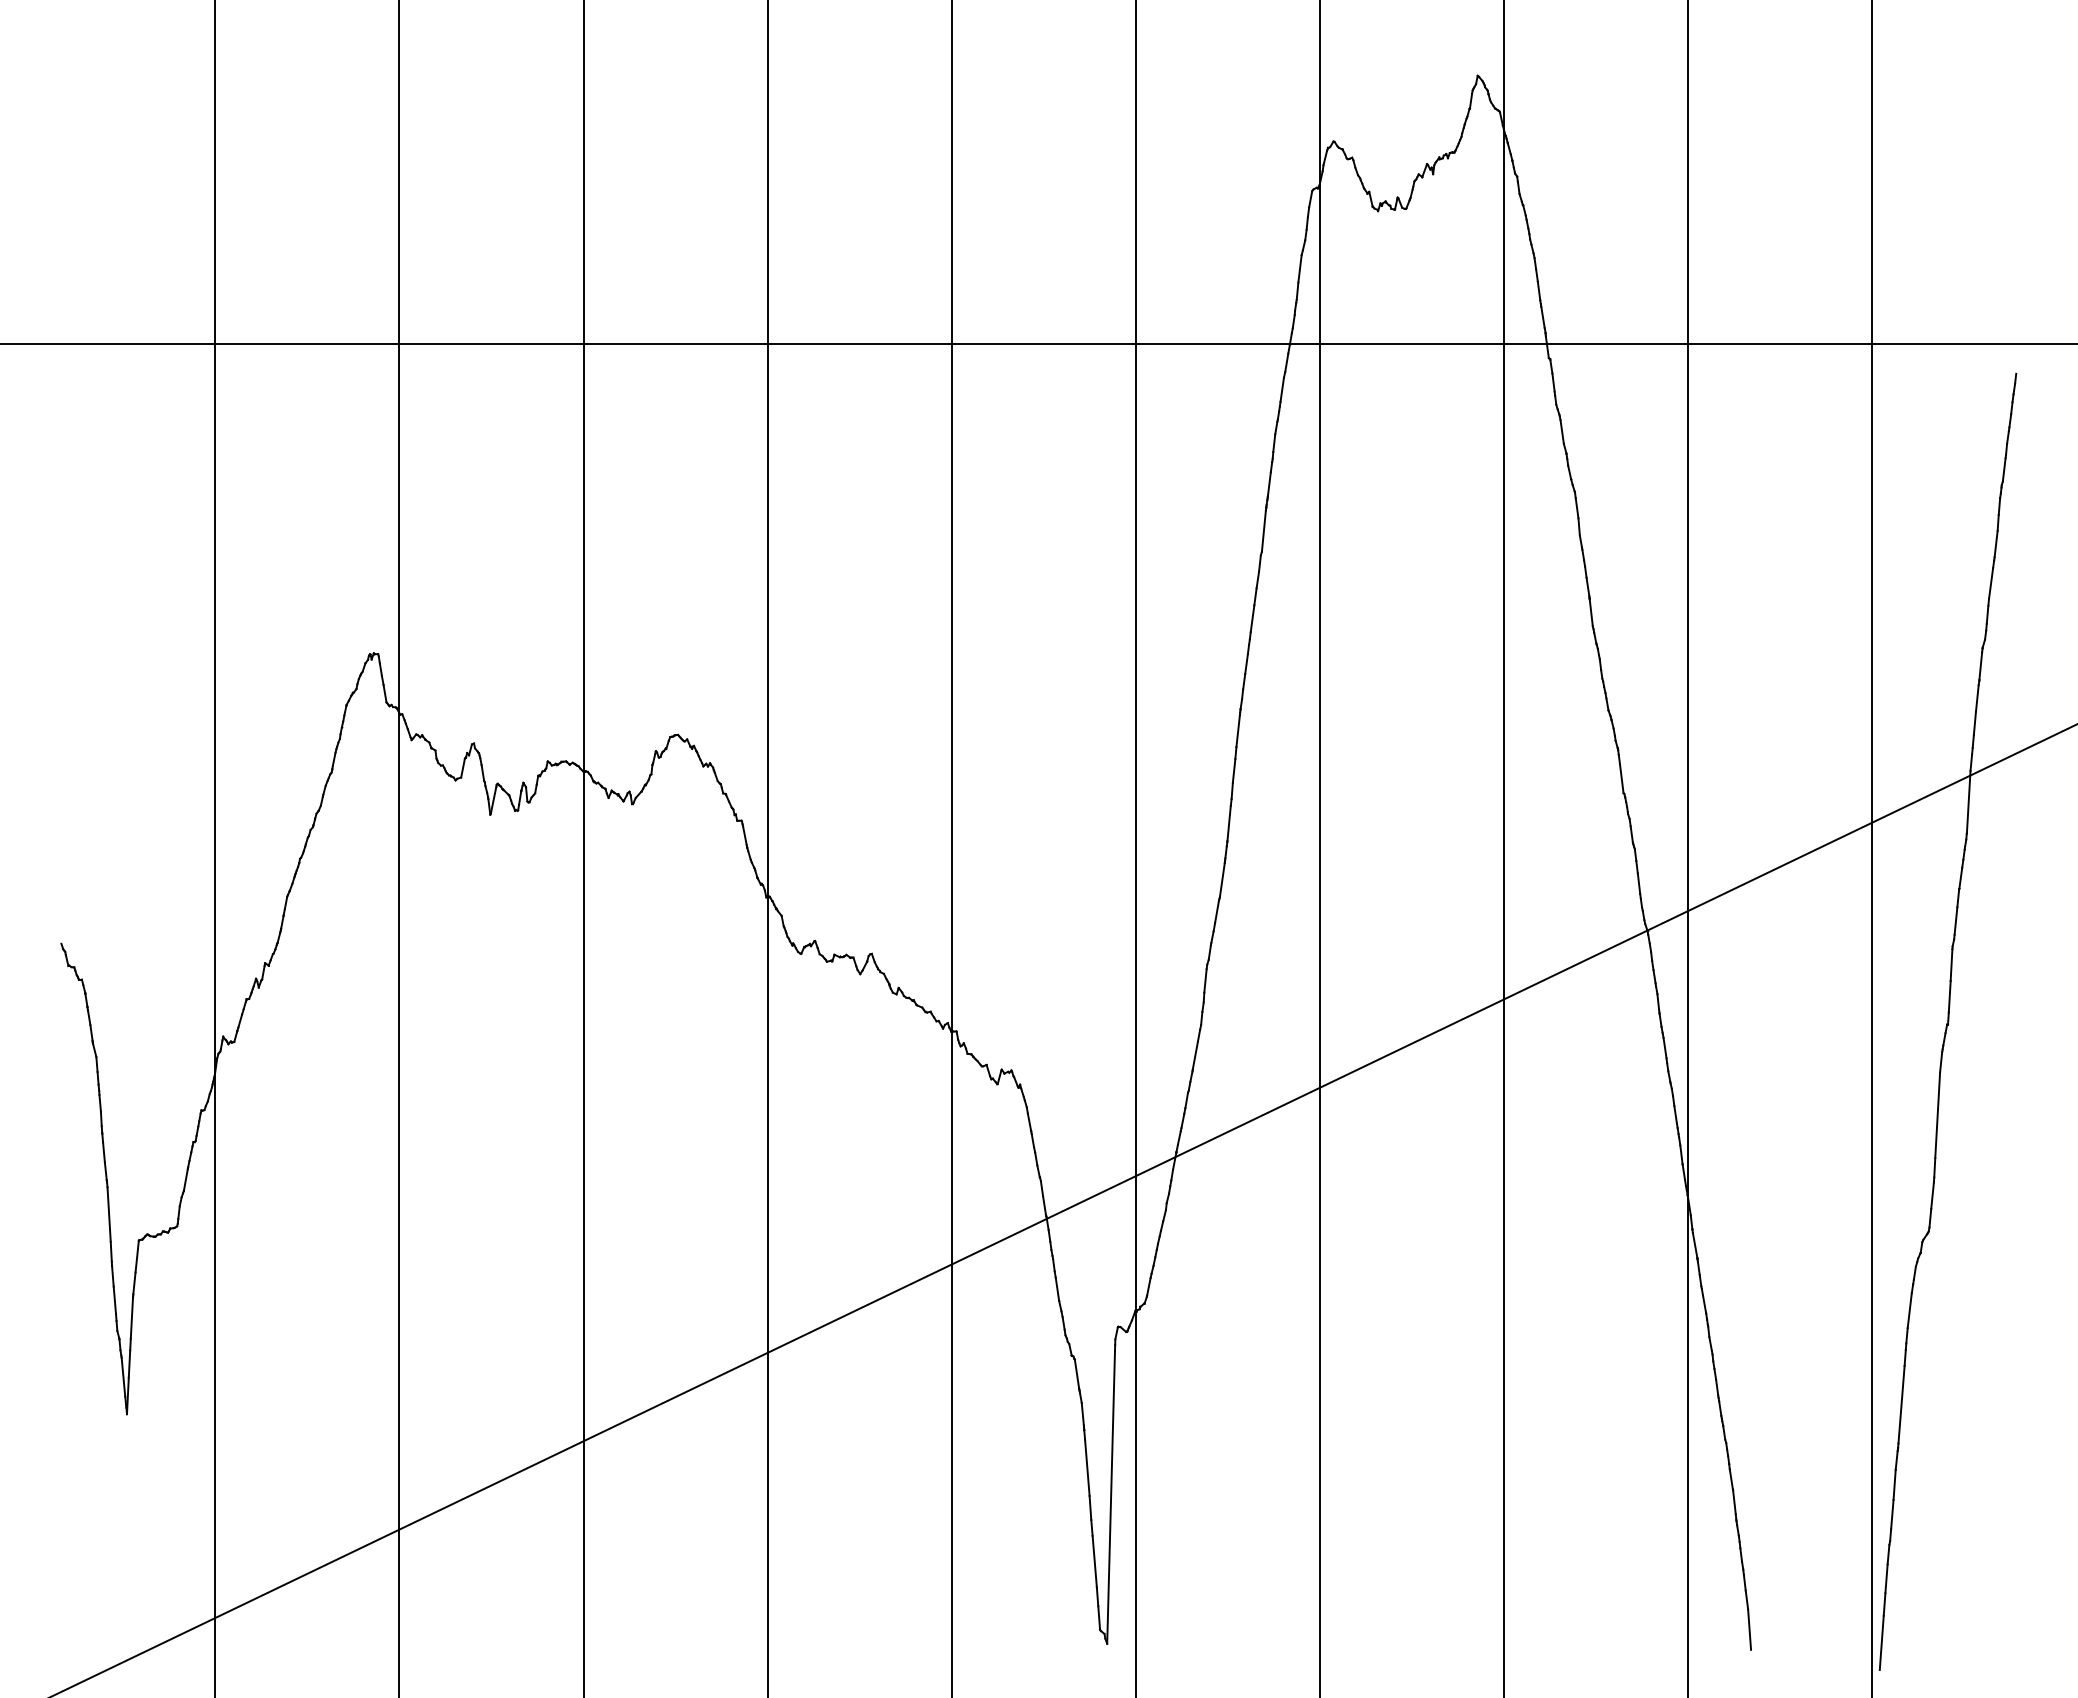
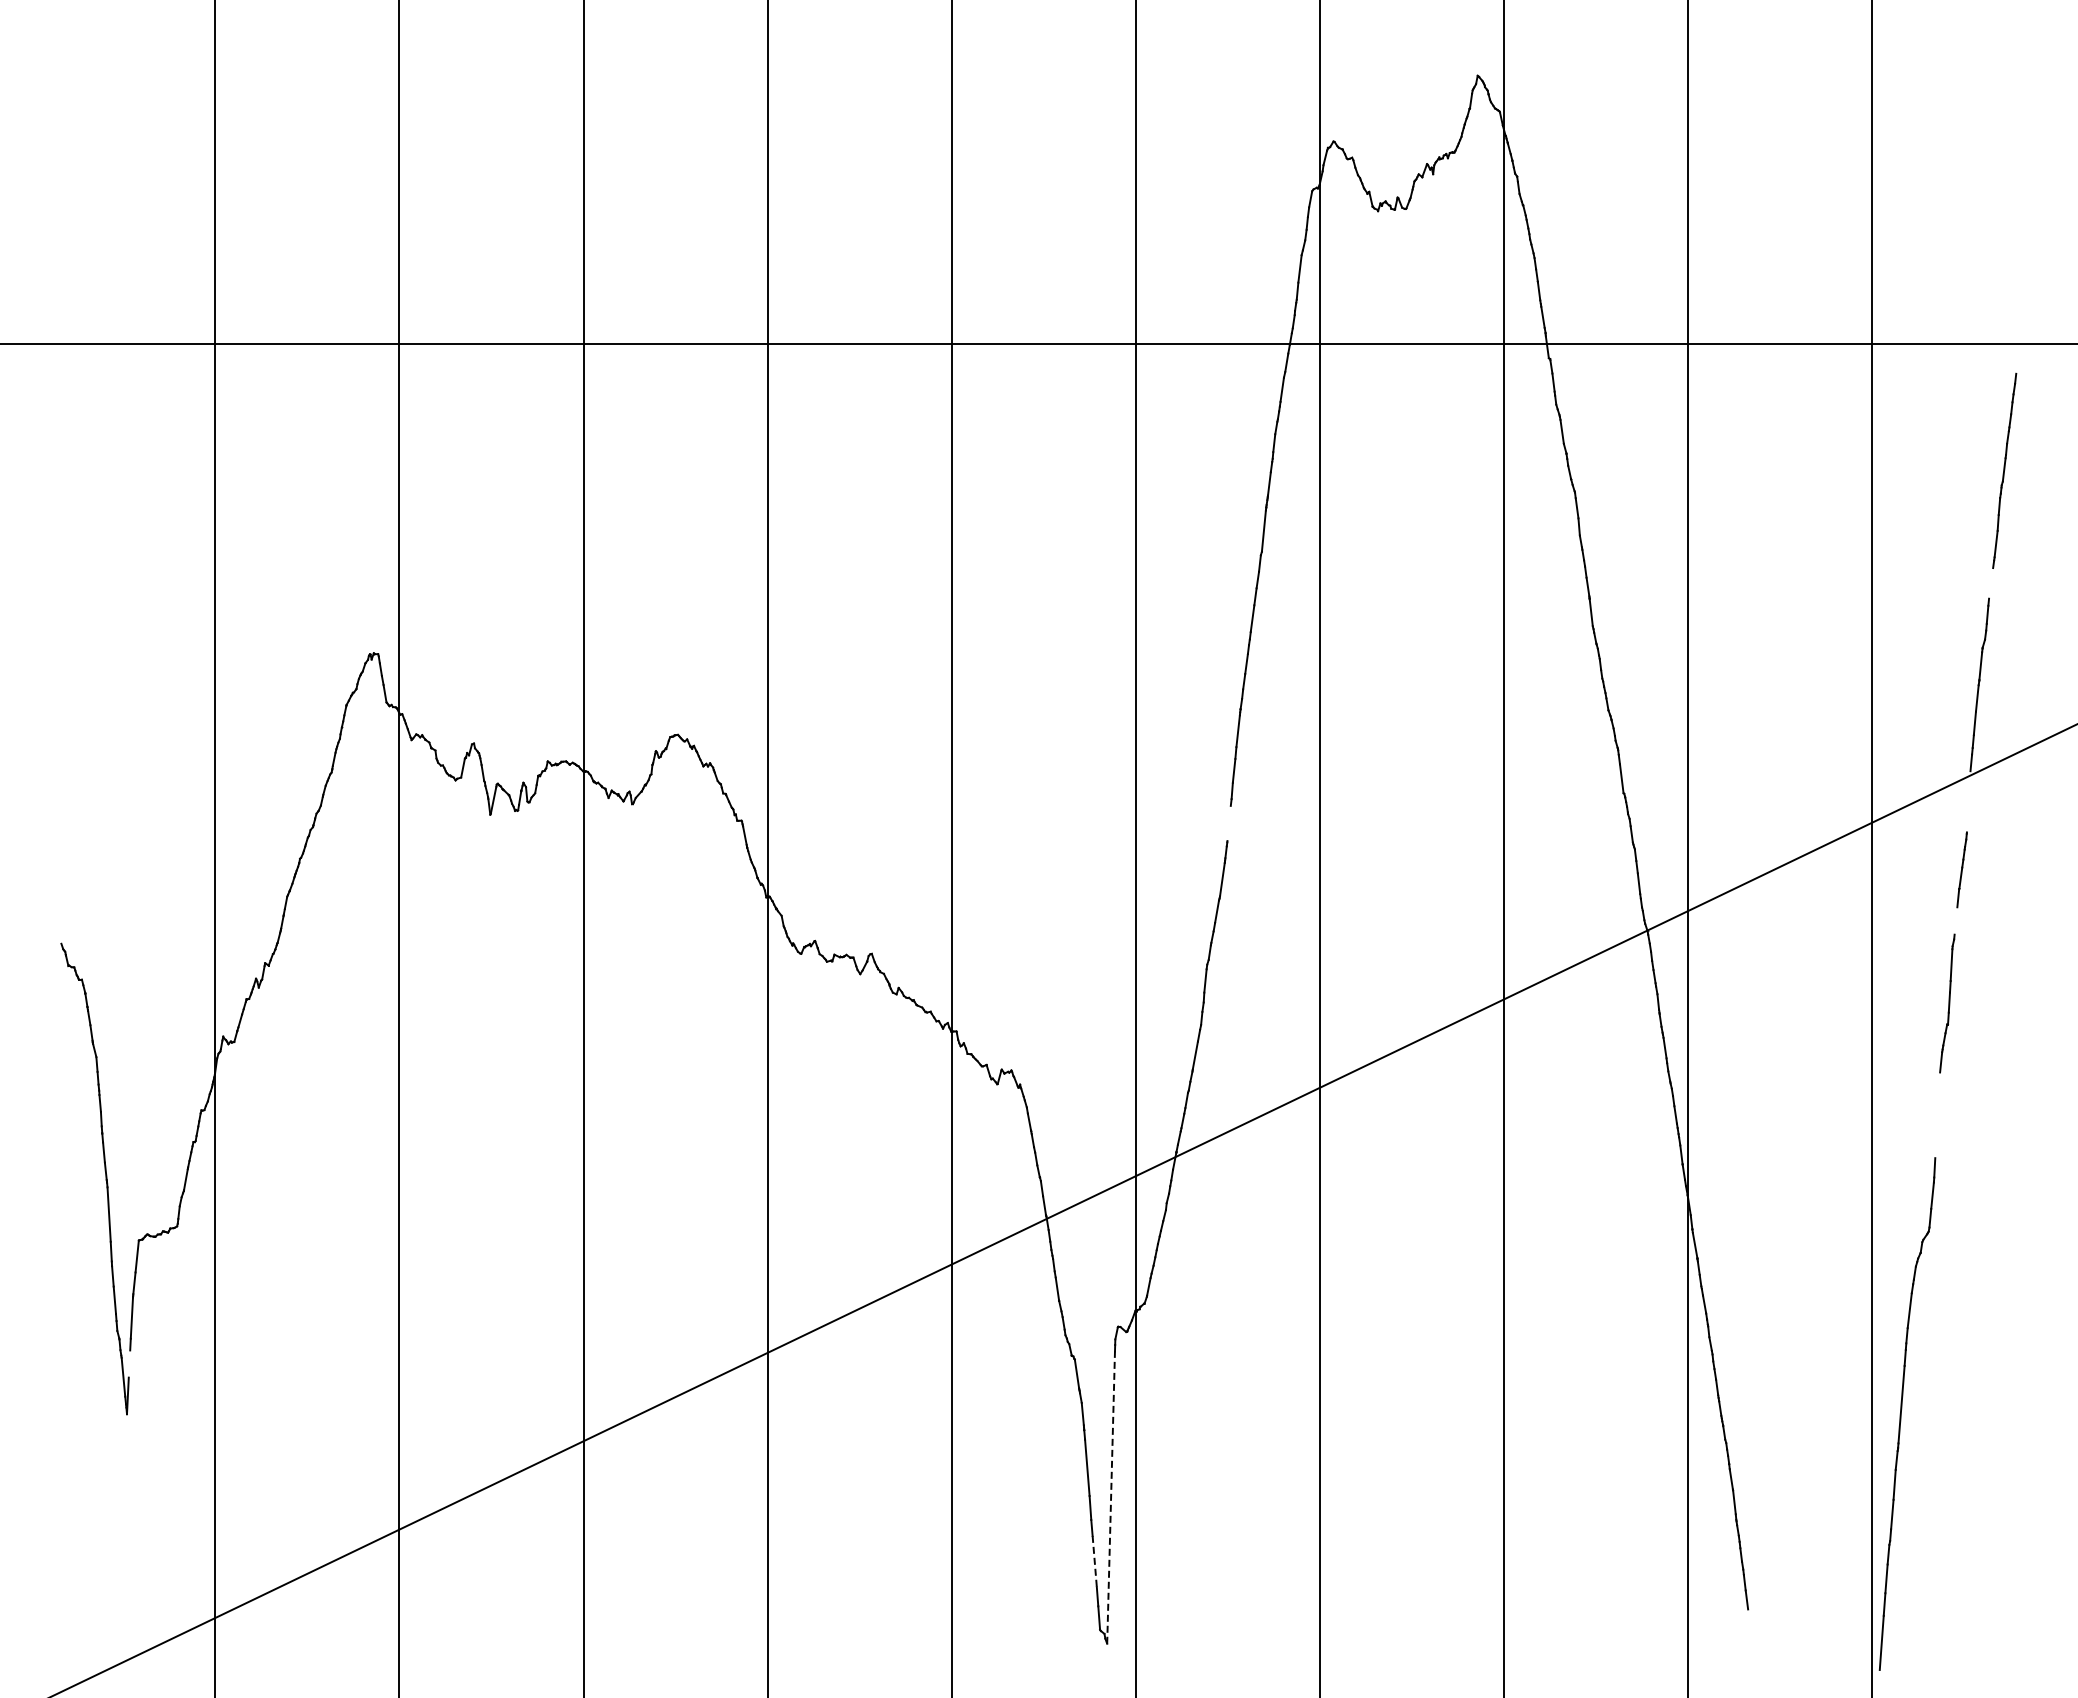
line at (1991, 583): present -> none
line at (1968, 801): present -> none
line at (1228, 823): present -> none
line at (1955, 920): present -> none
line at (1937, 1115): present -> none
line at (129, 1363): present -> none
line at (1111, 1497): solid -> dashed
line at (1094, 1561): solid -> dashed
line at (1749, 1629): present -> none
